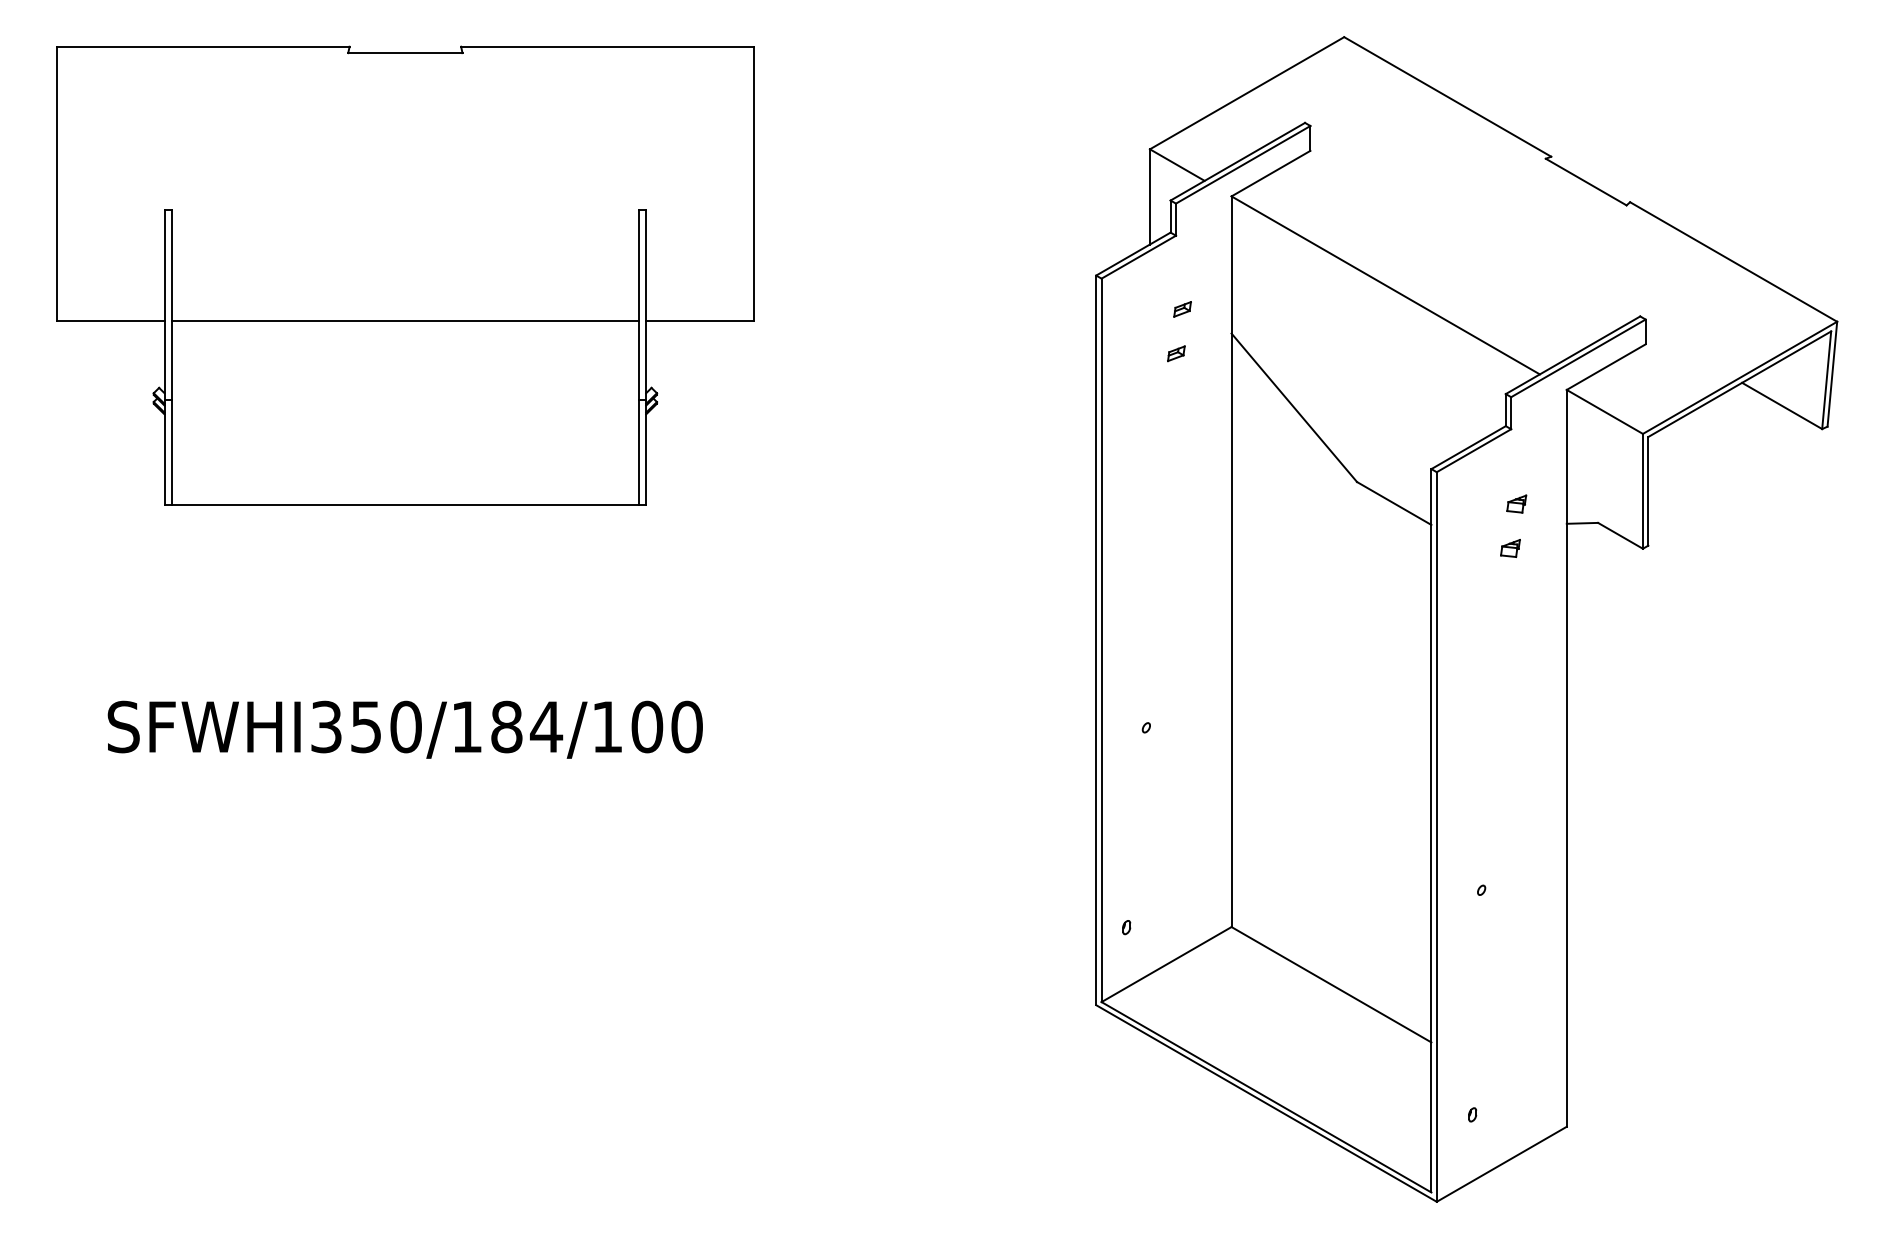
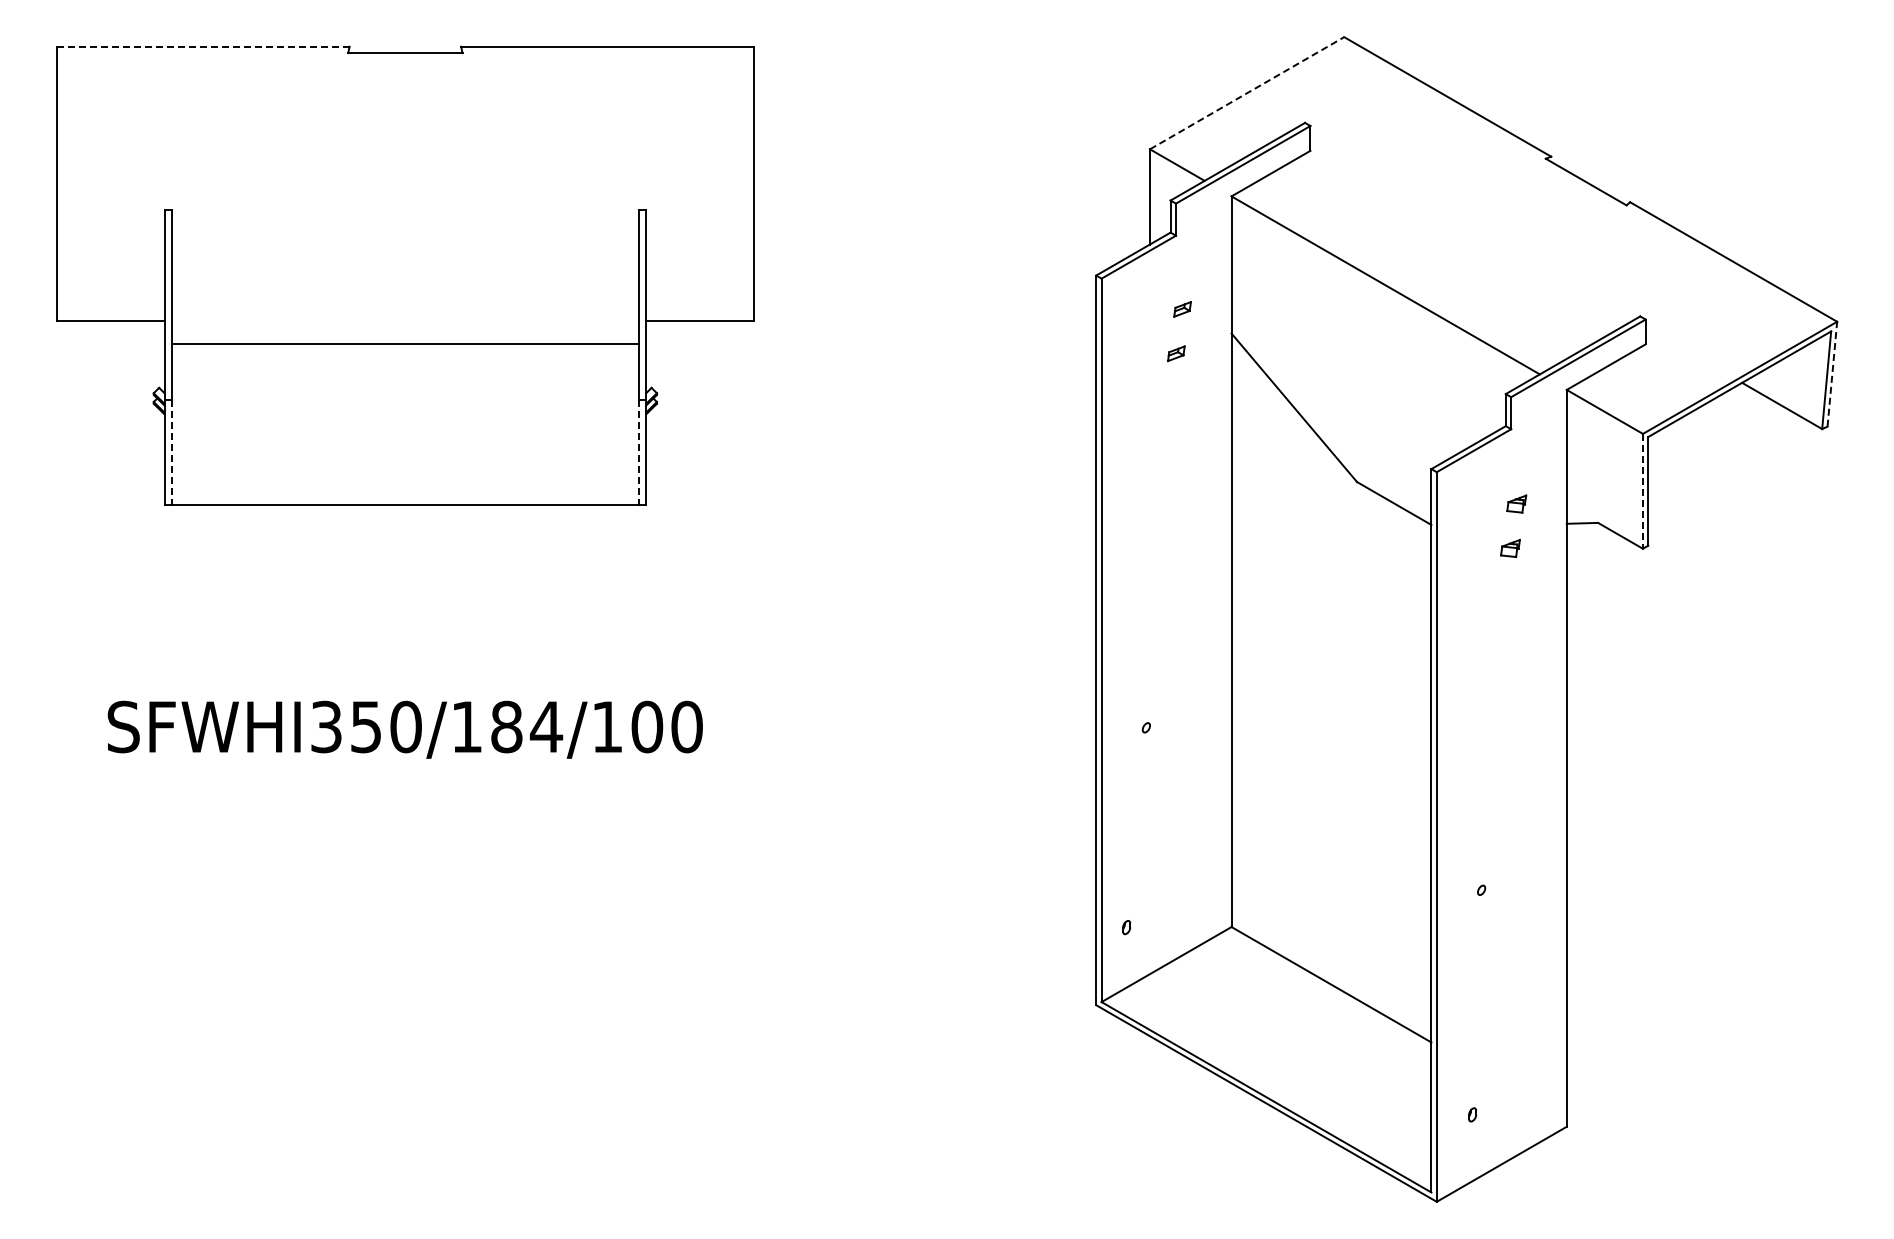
line at (203, 46): solid -> dashed
line at (1247, 92): solid -> dashed
line at (405, 321) position: (405, 321) -> (405, 344)
line at (1832, 374): solid -> dashed
line at (172, 452): solid -> dashed
line at (638, 452): solid -> dashed
line at (1642, 491): solid -> dashed
